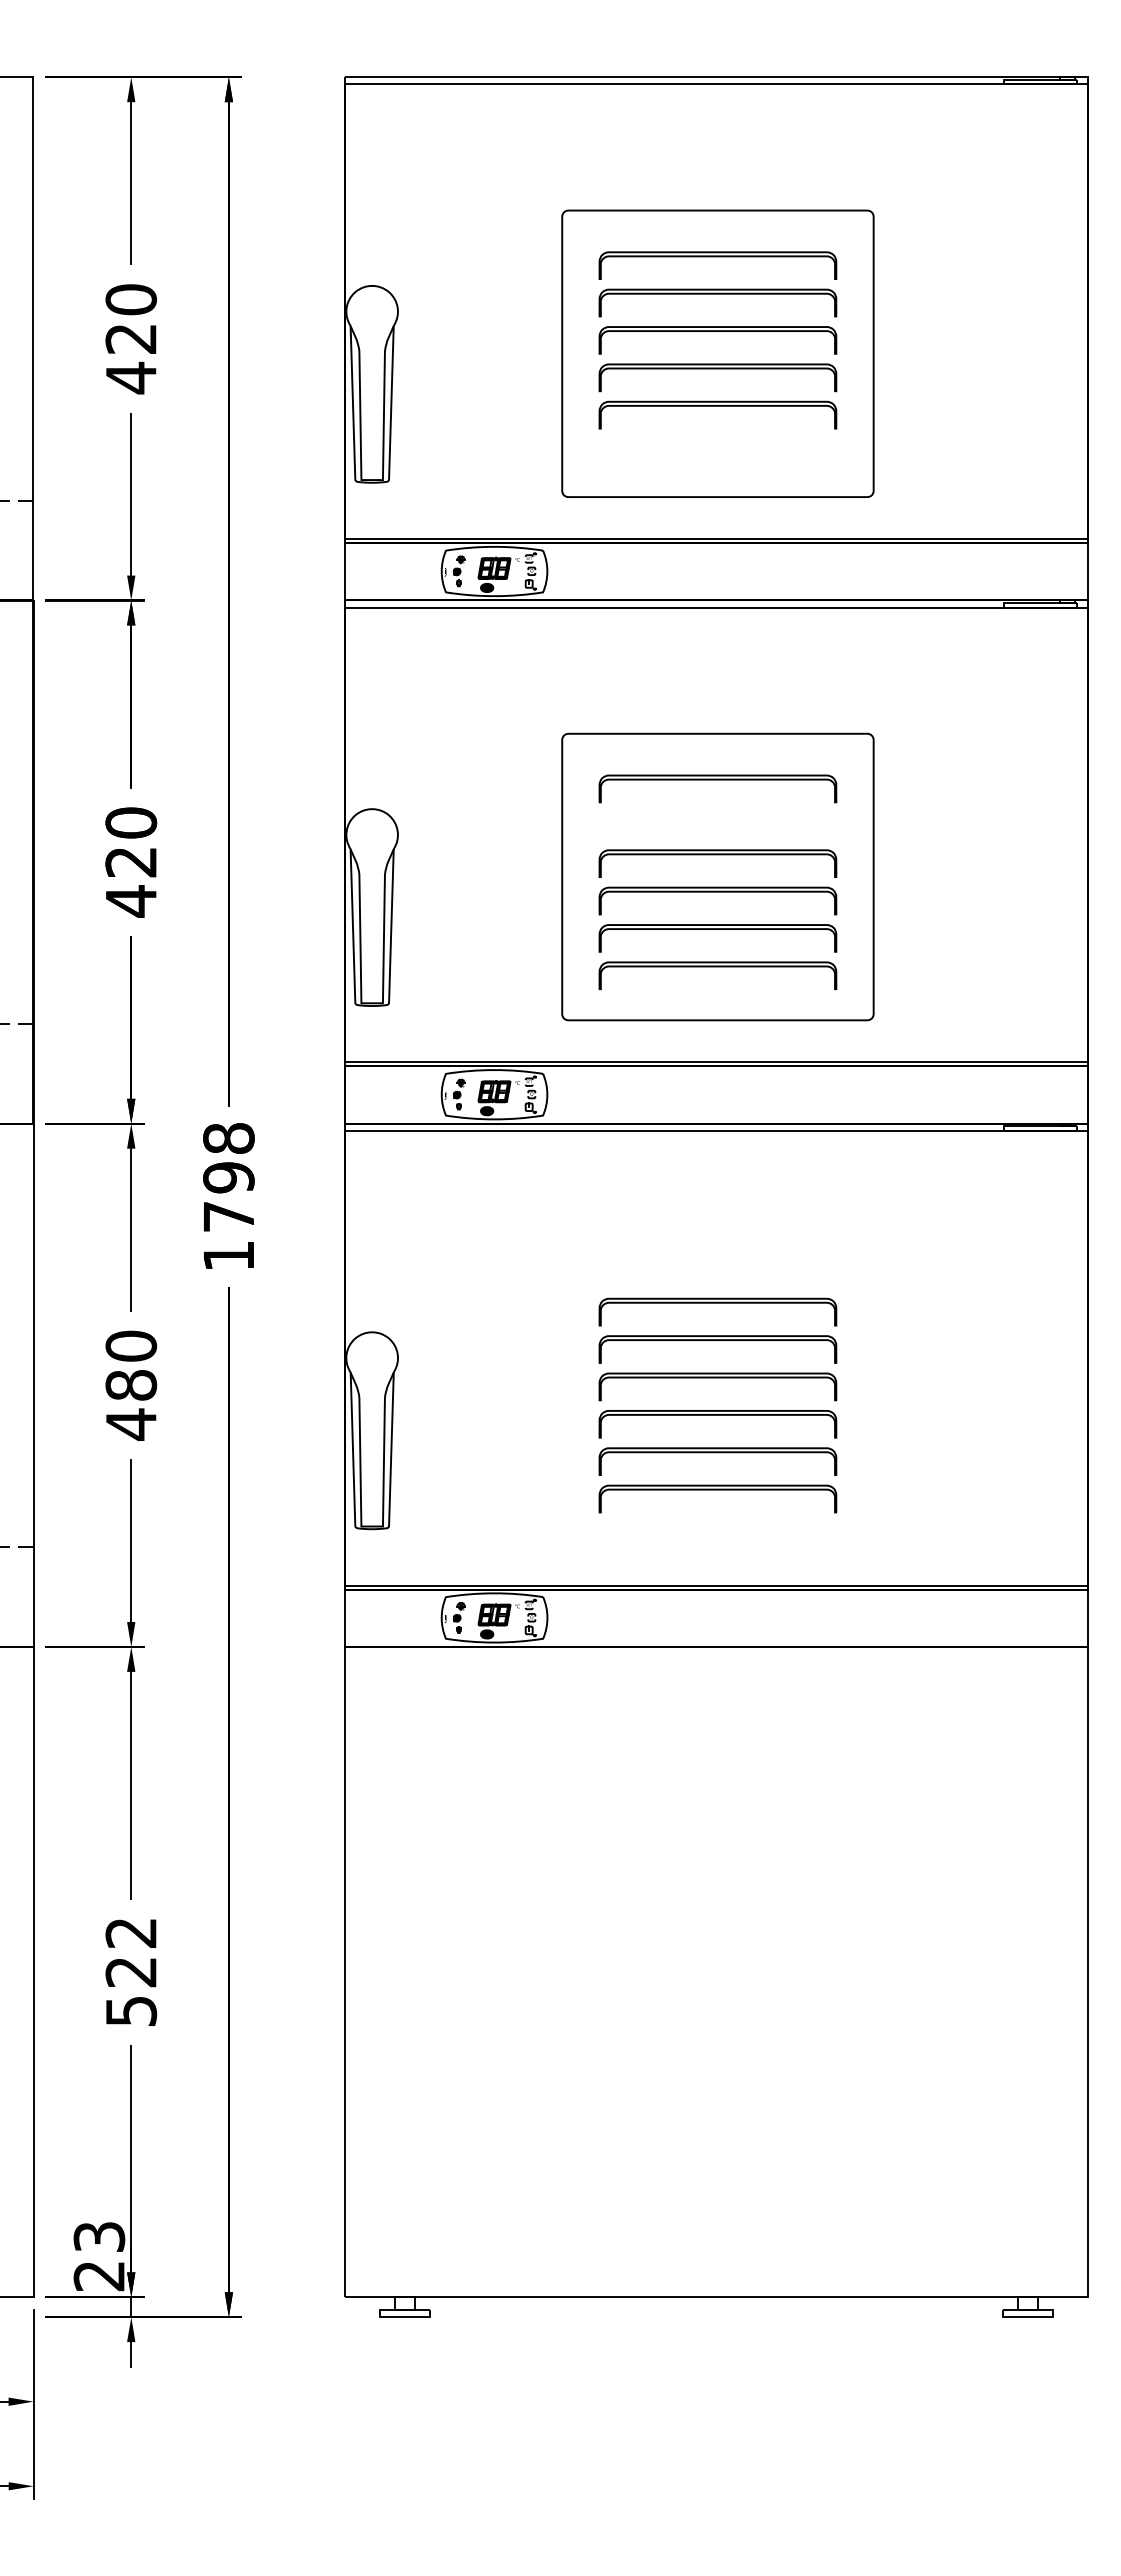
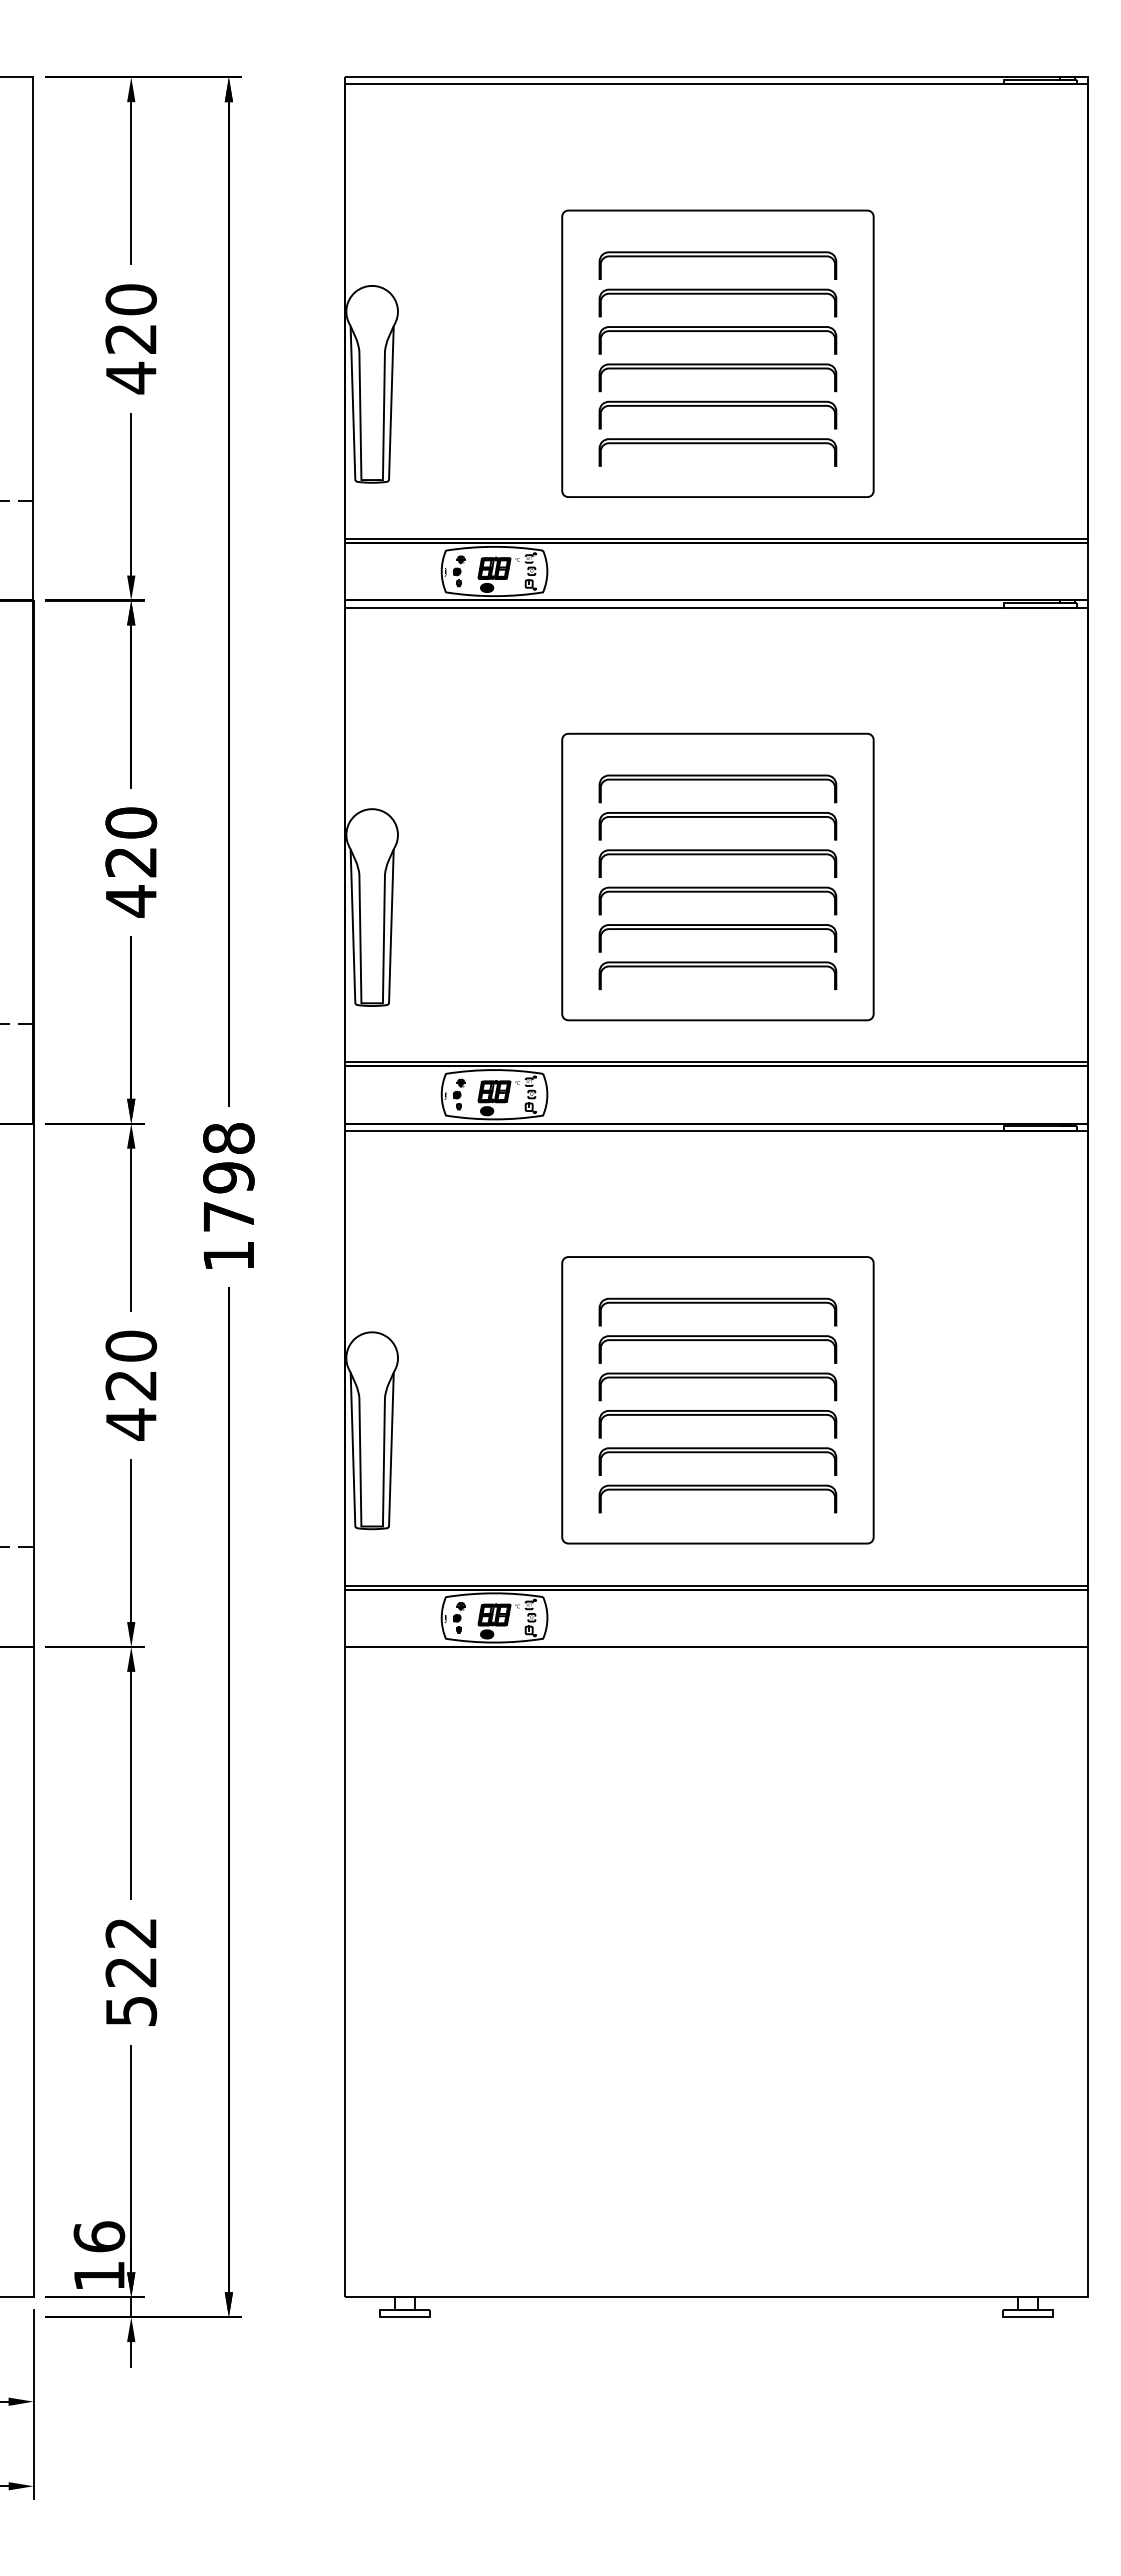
part at (717, 444): none -> present
part at (717, 817): none -> present
text at (131, 1385): 480 -> 420
part at (717, 1400): none -> present
text at (99, 2256): 23 -> 16
